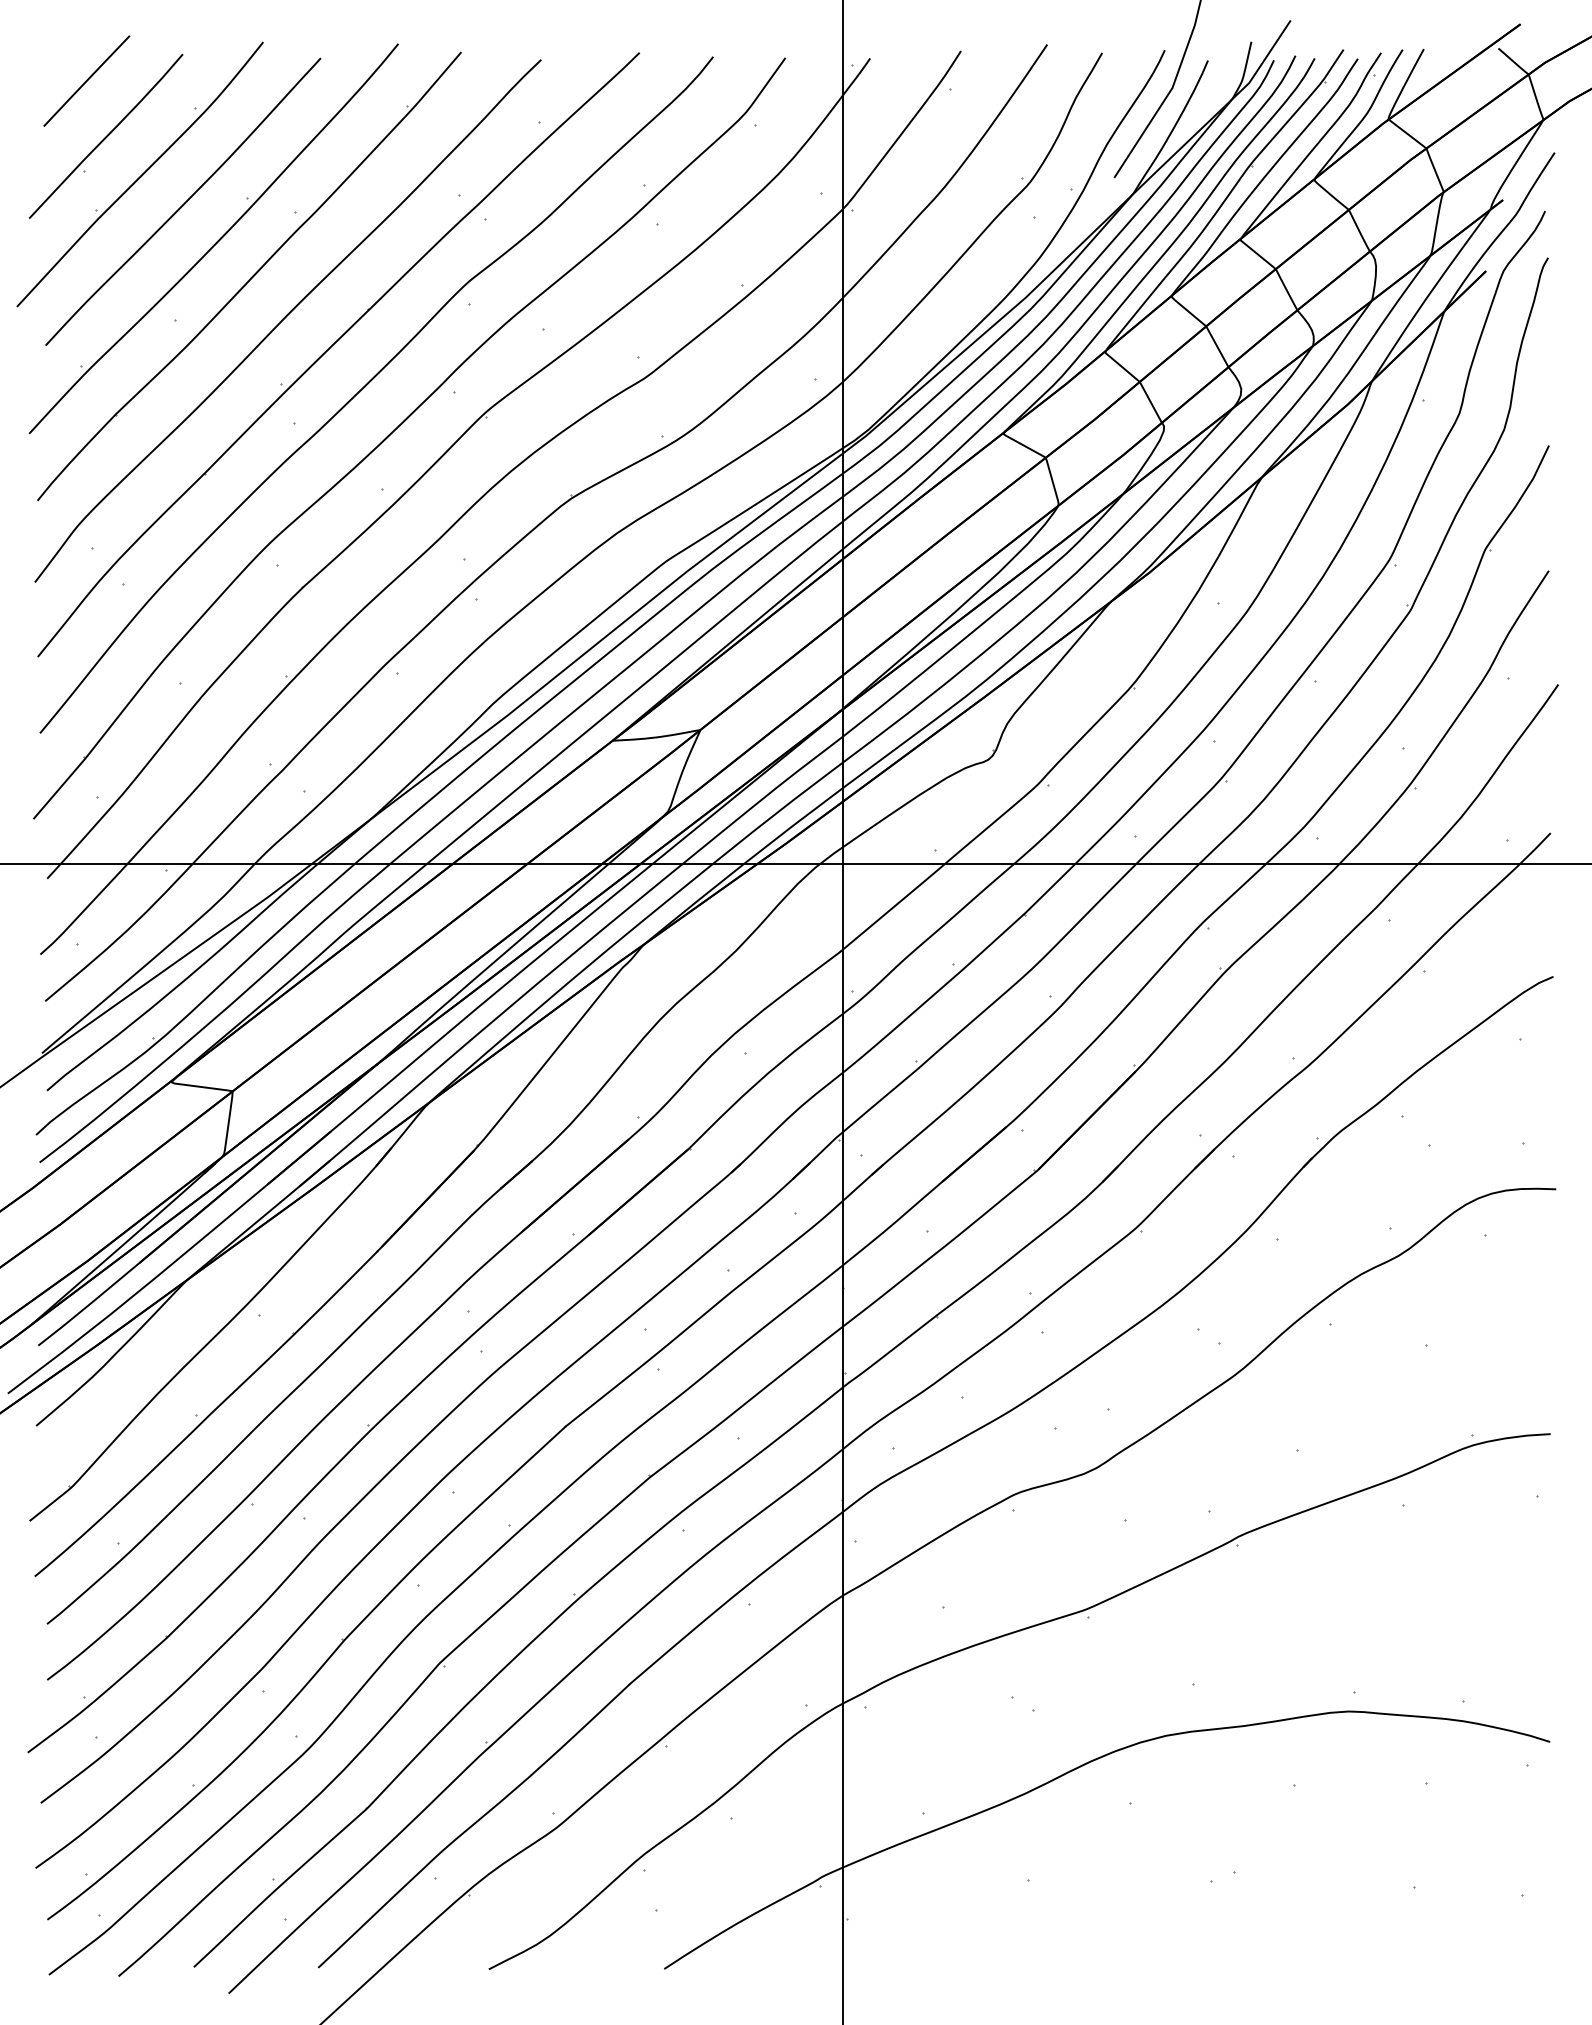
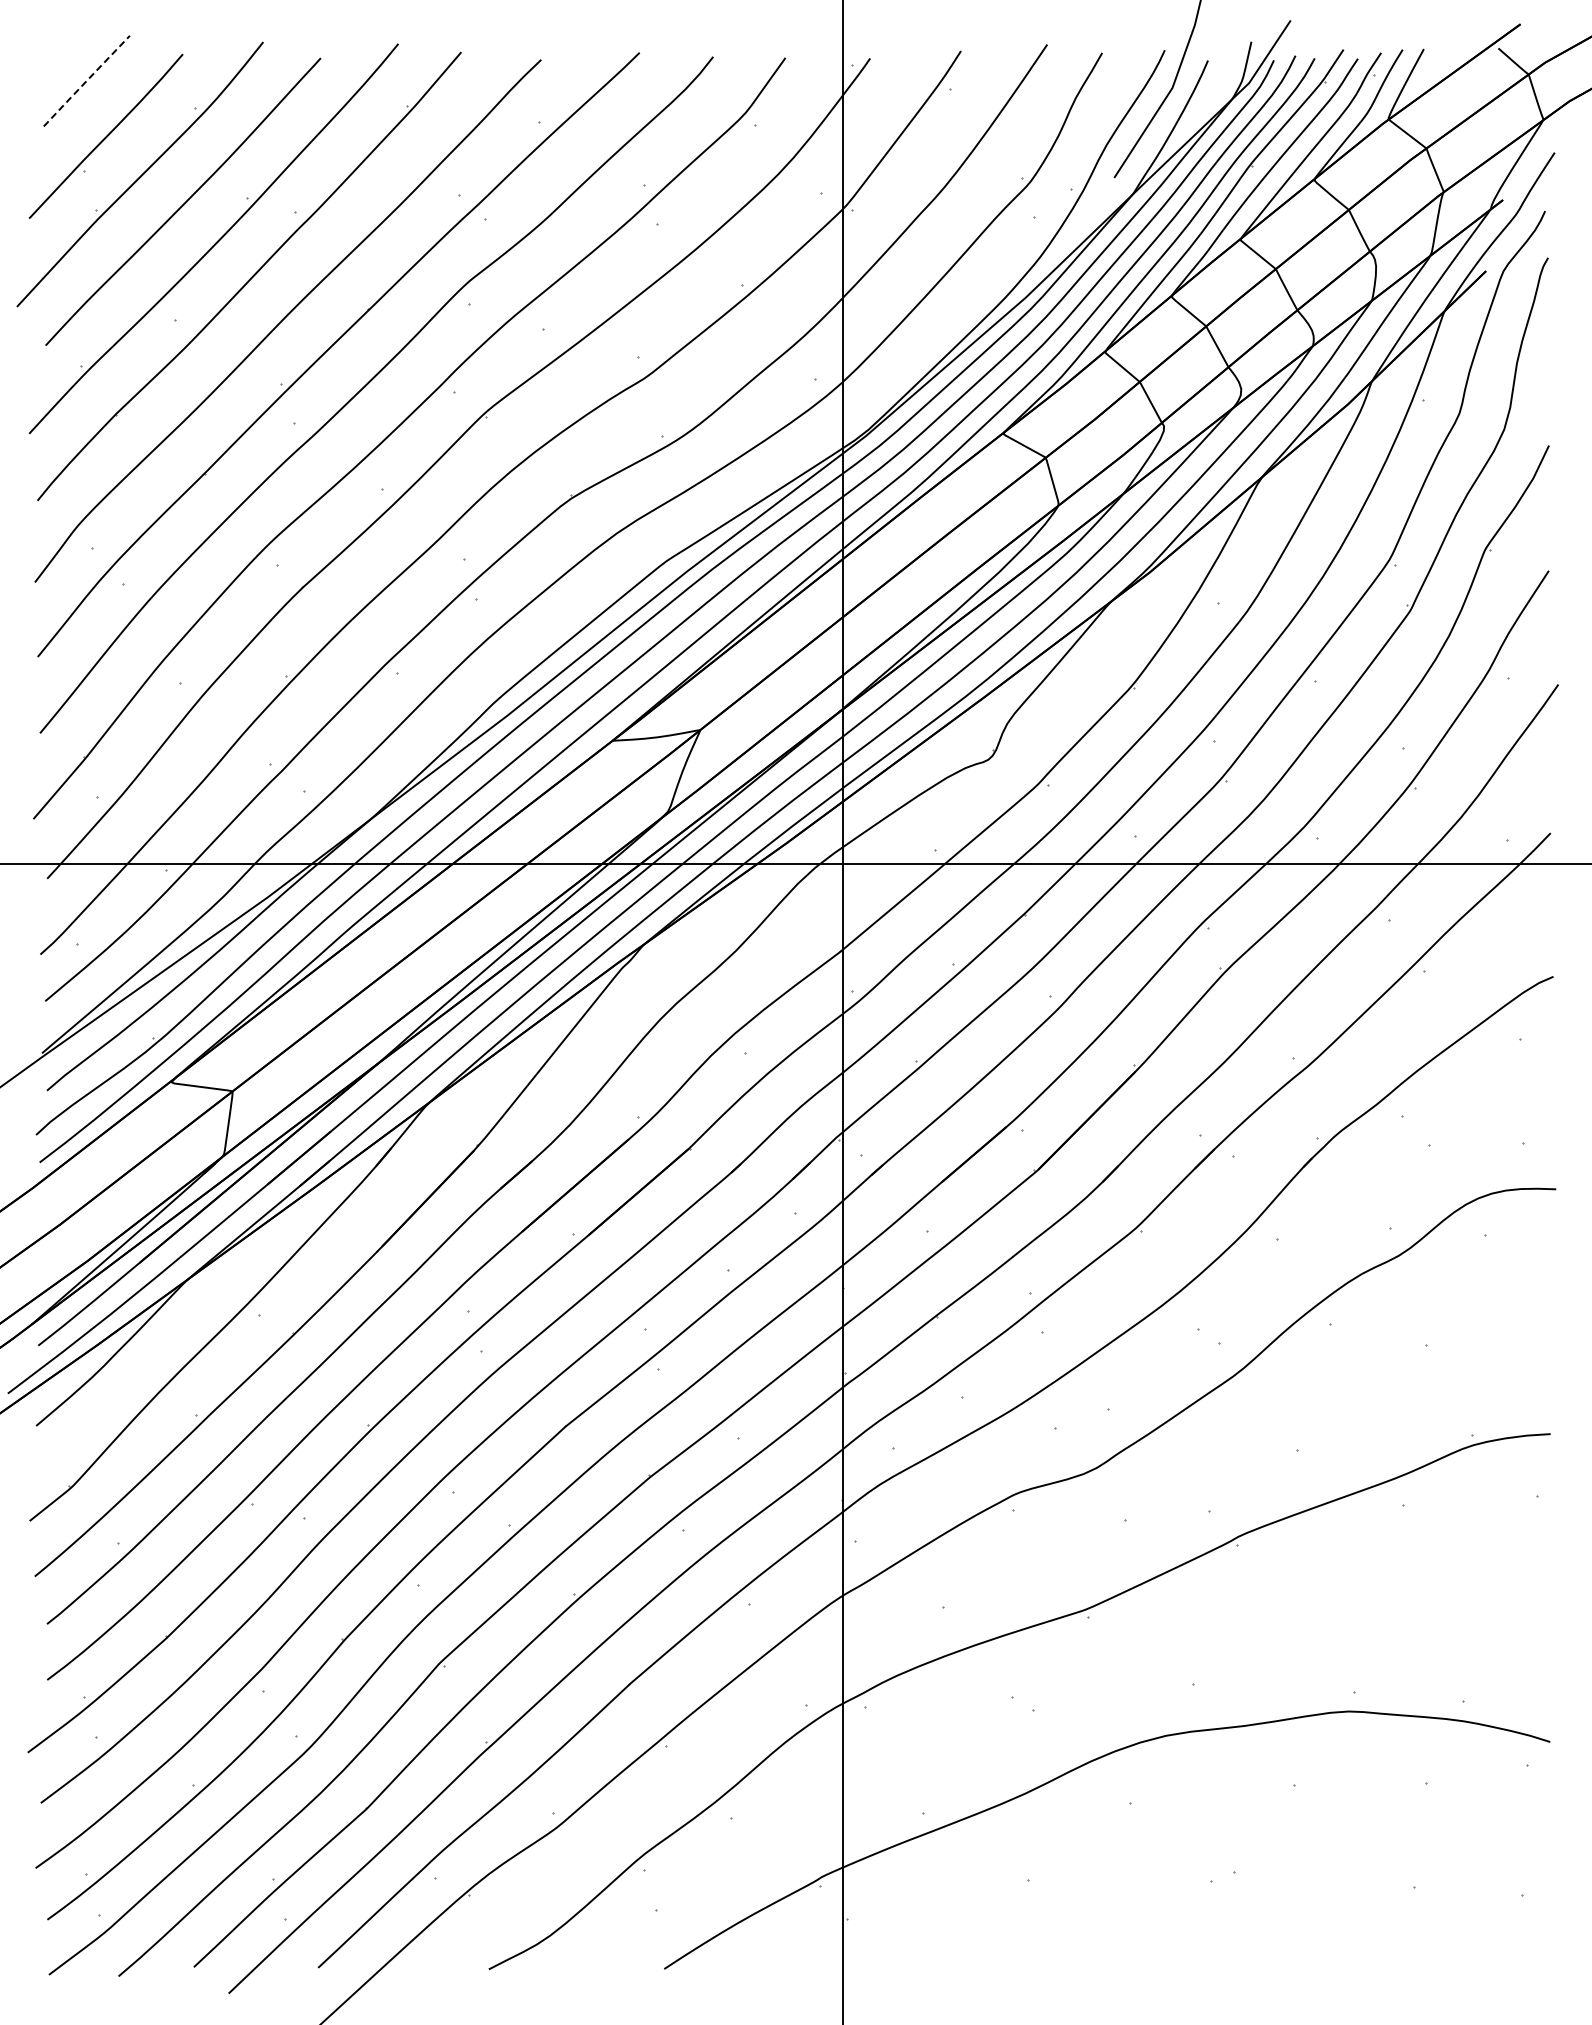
line at (86, 80): solid -> dashed
